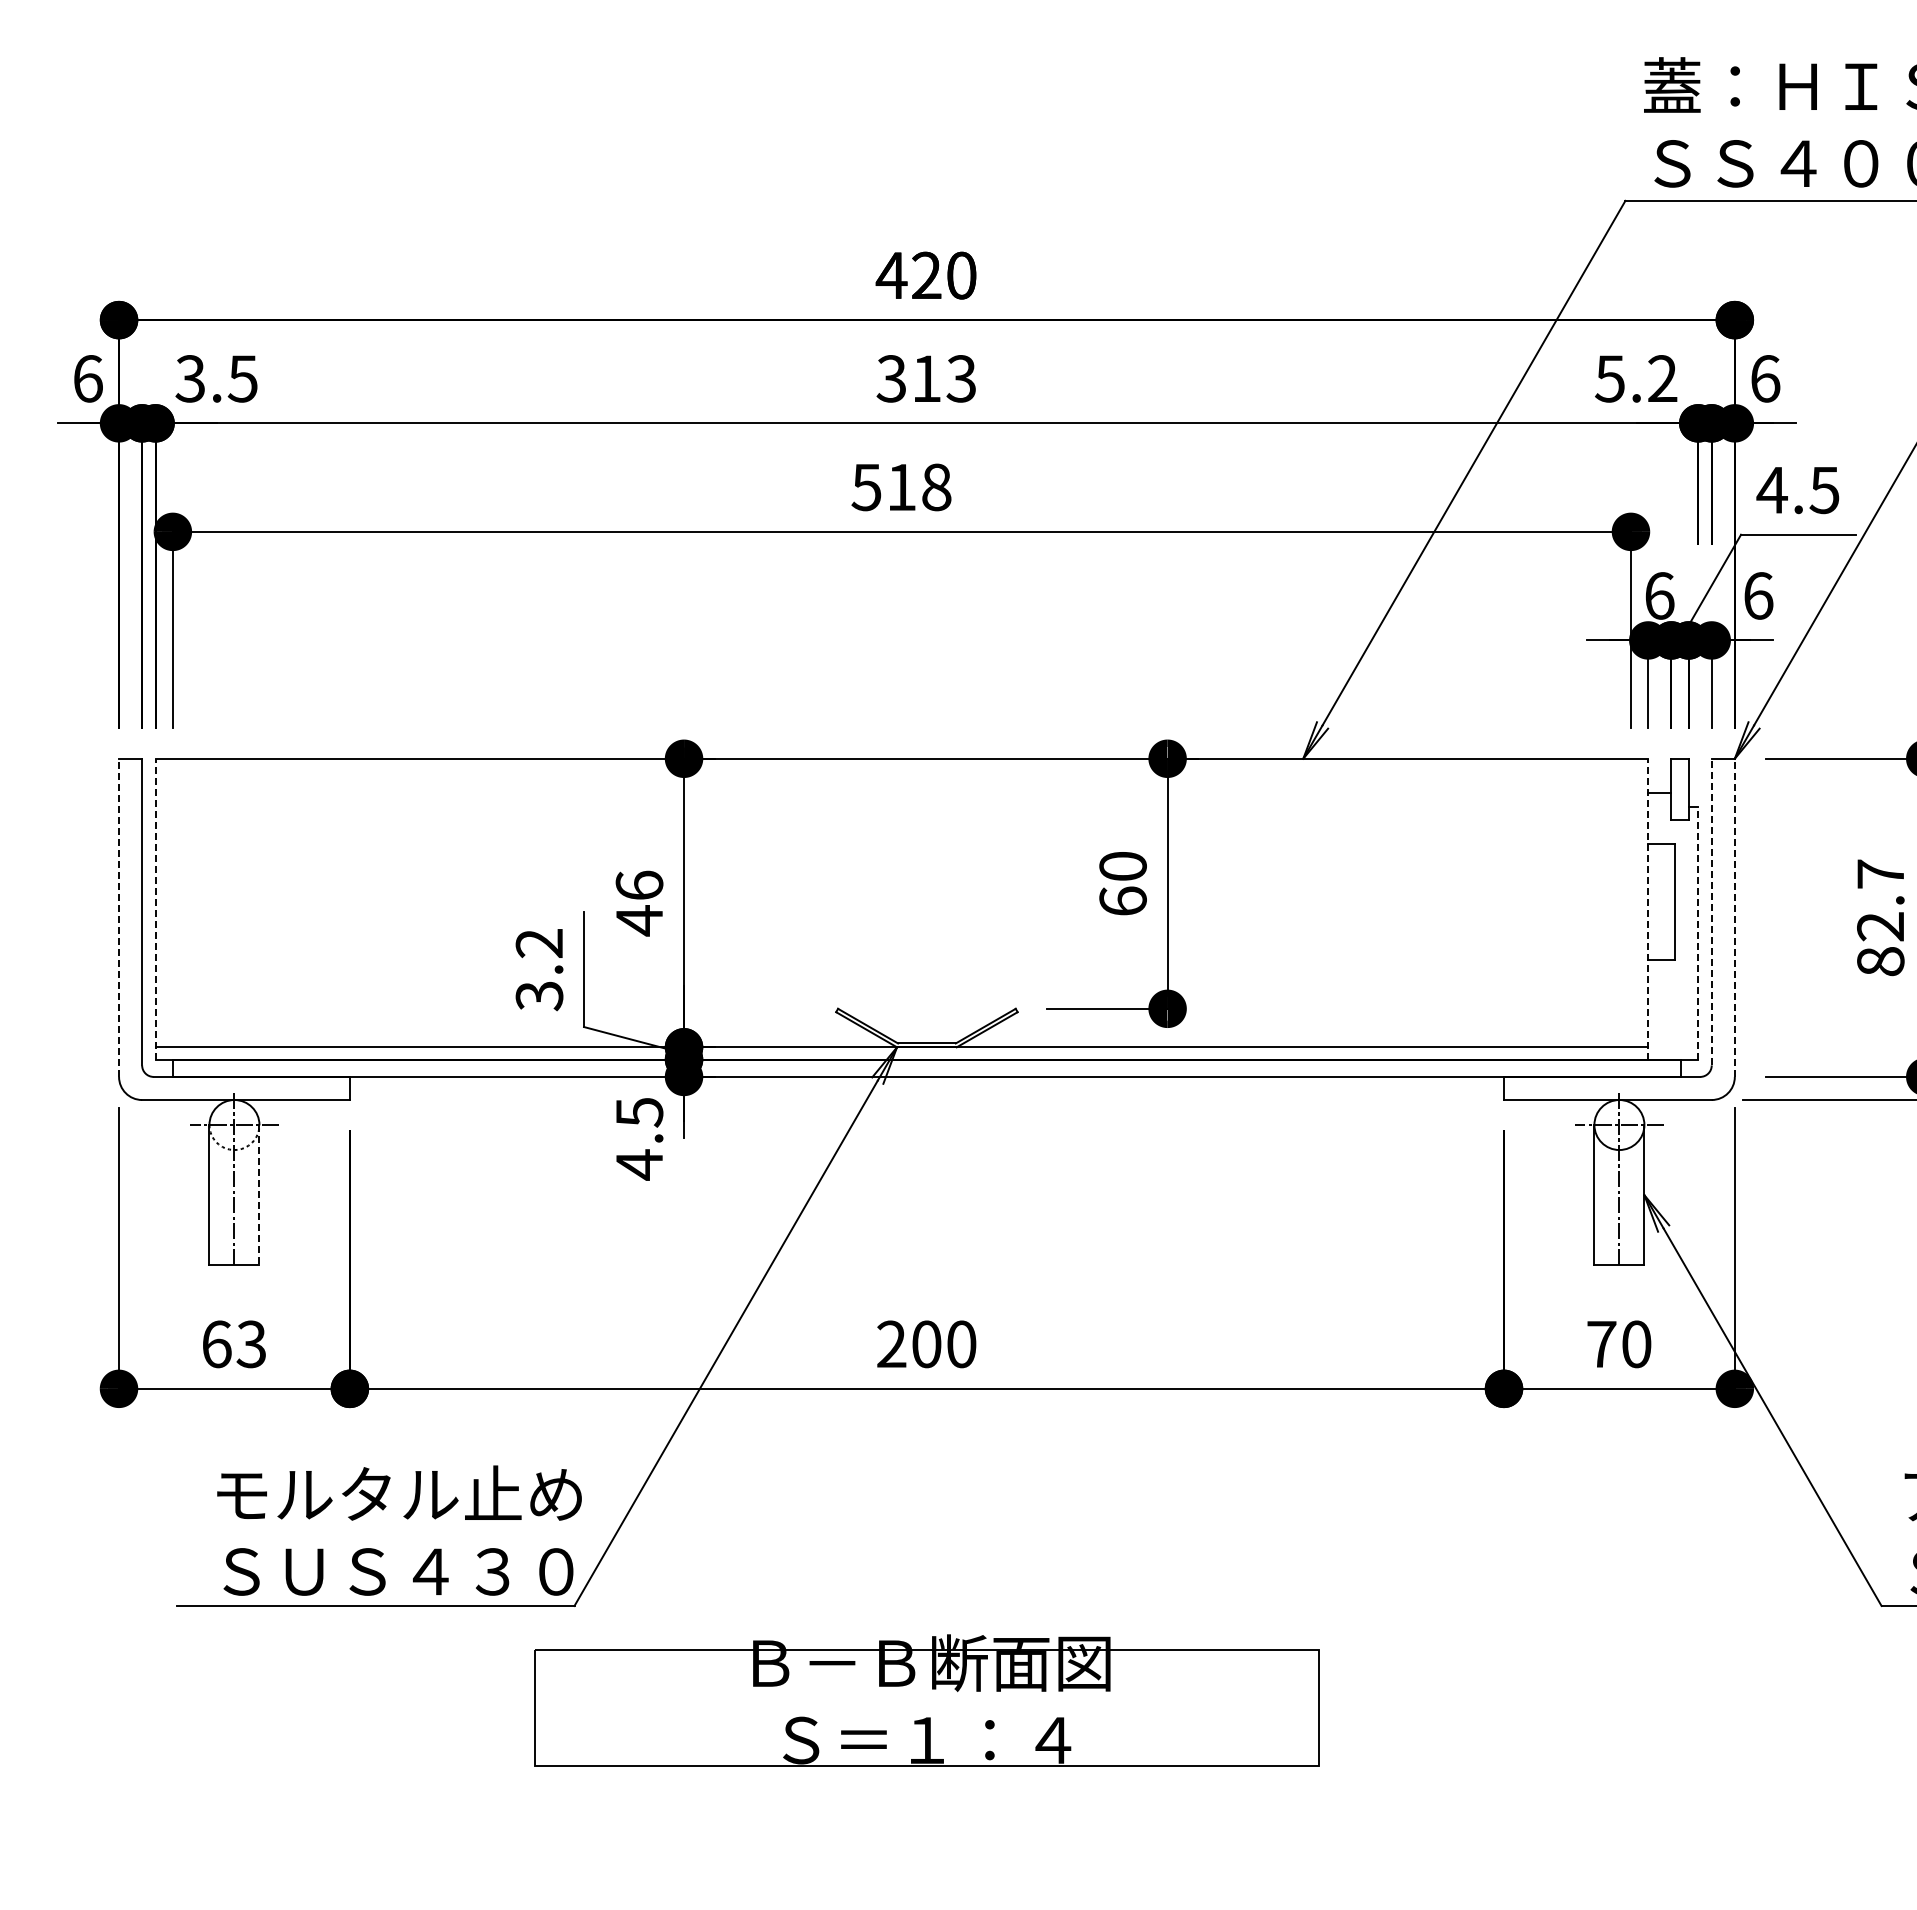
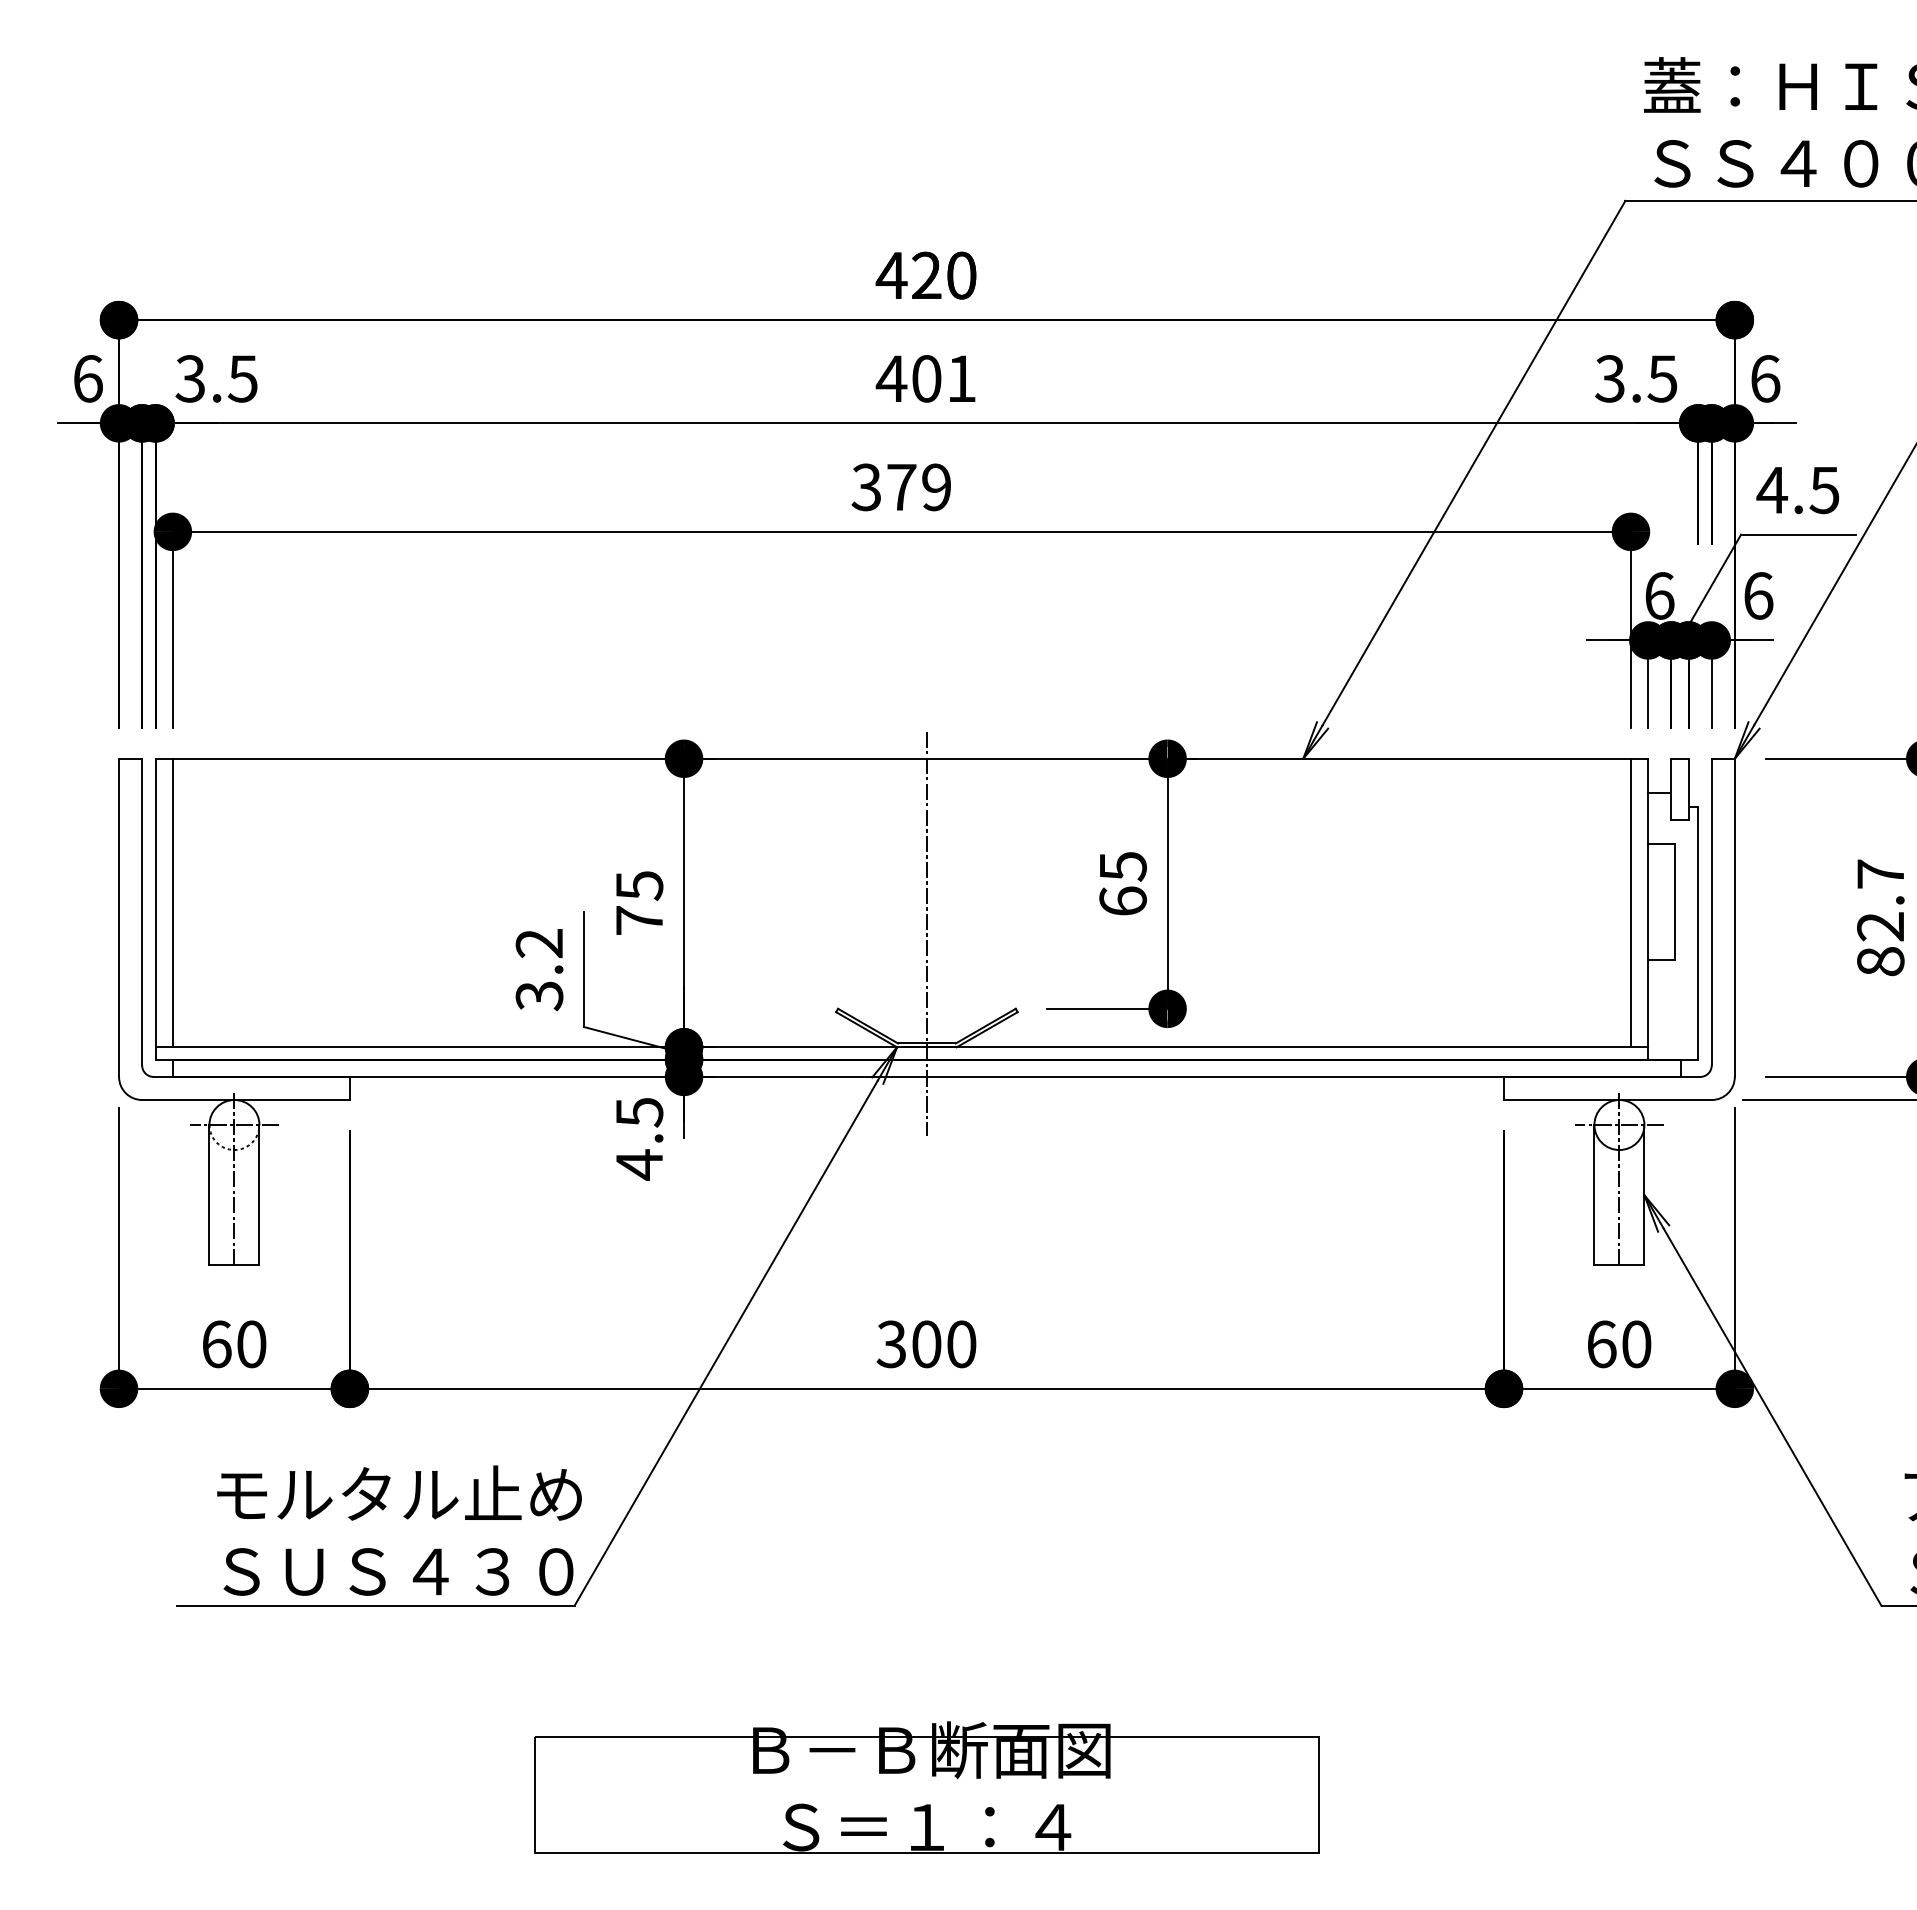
text at (925, 378): 313 -> 401
text at (1636, 378): 5.2 -> 3.5
text at (901, 487): 518 -> 379
text at (1122, 866): 60 -> 65
line at (172, 902): none -> present
line at (1630, 902): none -> present
text at (639, 903): 46 -> 75
line at (155, 908): dashed -> solid
line at (1648, 908): dashed -> solid
line at (1711, 911): dashed -> solid
line at (119, 917): dashed -> solid
line at (1734, 917): dashed -> solid
line at (1698, 932): dashed -> solid
line at (926, 933): none -> present
line at (259, 1195): dashed -> solid
text at (251, 1344): 63 -> 60
text at (891, 1344): 200 -> 300
text at (1601, 1344): 70 -> 60
part at (926, 1700) position: (926, 1700) -> (926, 1787)
